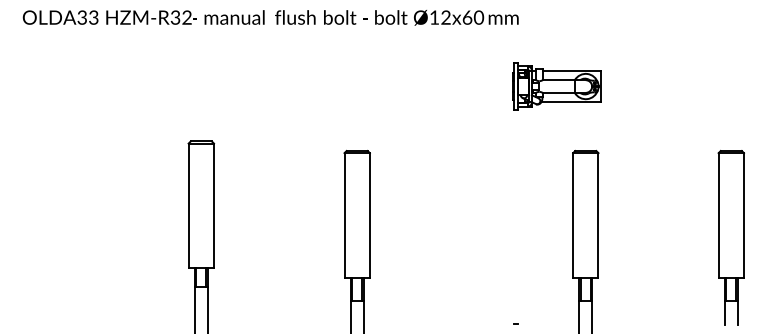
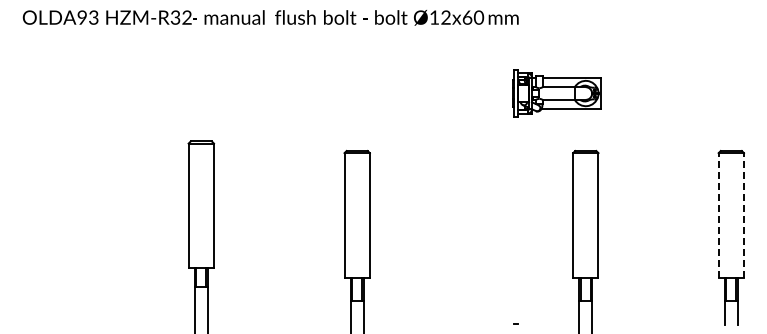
text at (81, 17): 33 -> 93
part at (556, 86) position: (556, 86) -> (556, 93)
line at (718, 214): solid -> dashed
line at (743, 214): solid -> dashed
